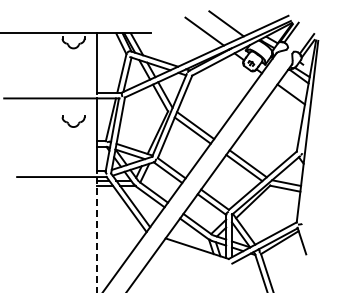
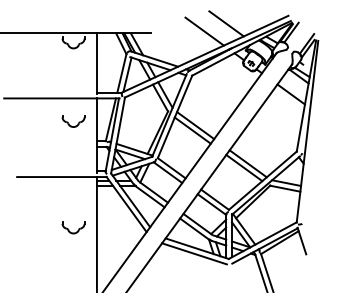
part at (73, 227): none -> present
line at (96, 234): dashed -> solid
line at (194, 253): none -> present
